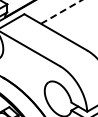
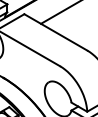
line at (61, 11): dashed -> solid
